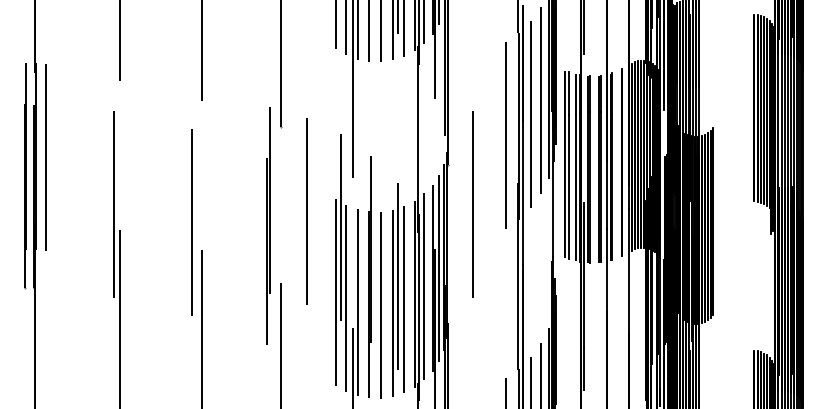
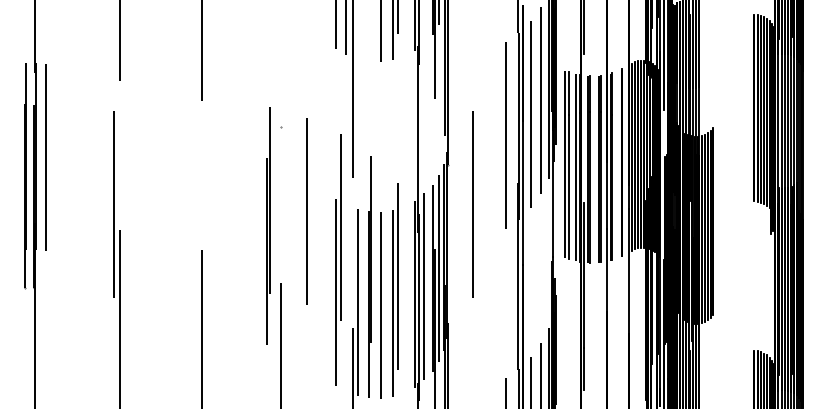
line at (424, 22): present -> none
line at (404, 29): present -> none
line at (357, 30): present -> none
line at (369, 31): present -> none
line at (280, 64): present -> none
line at (191, 222): present -> none
line at (346, 297): present -> none
line at (404, 299): present -> none
